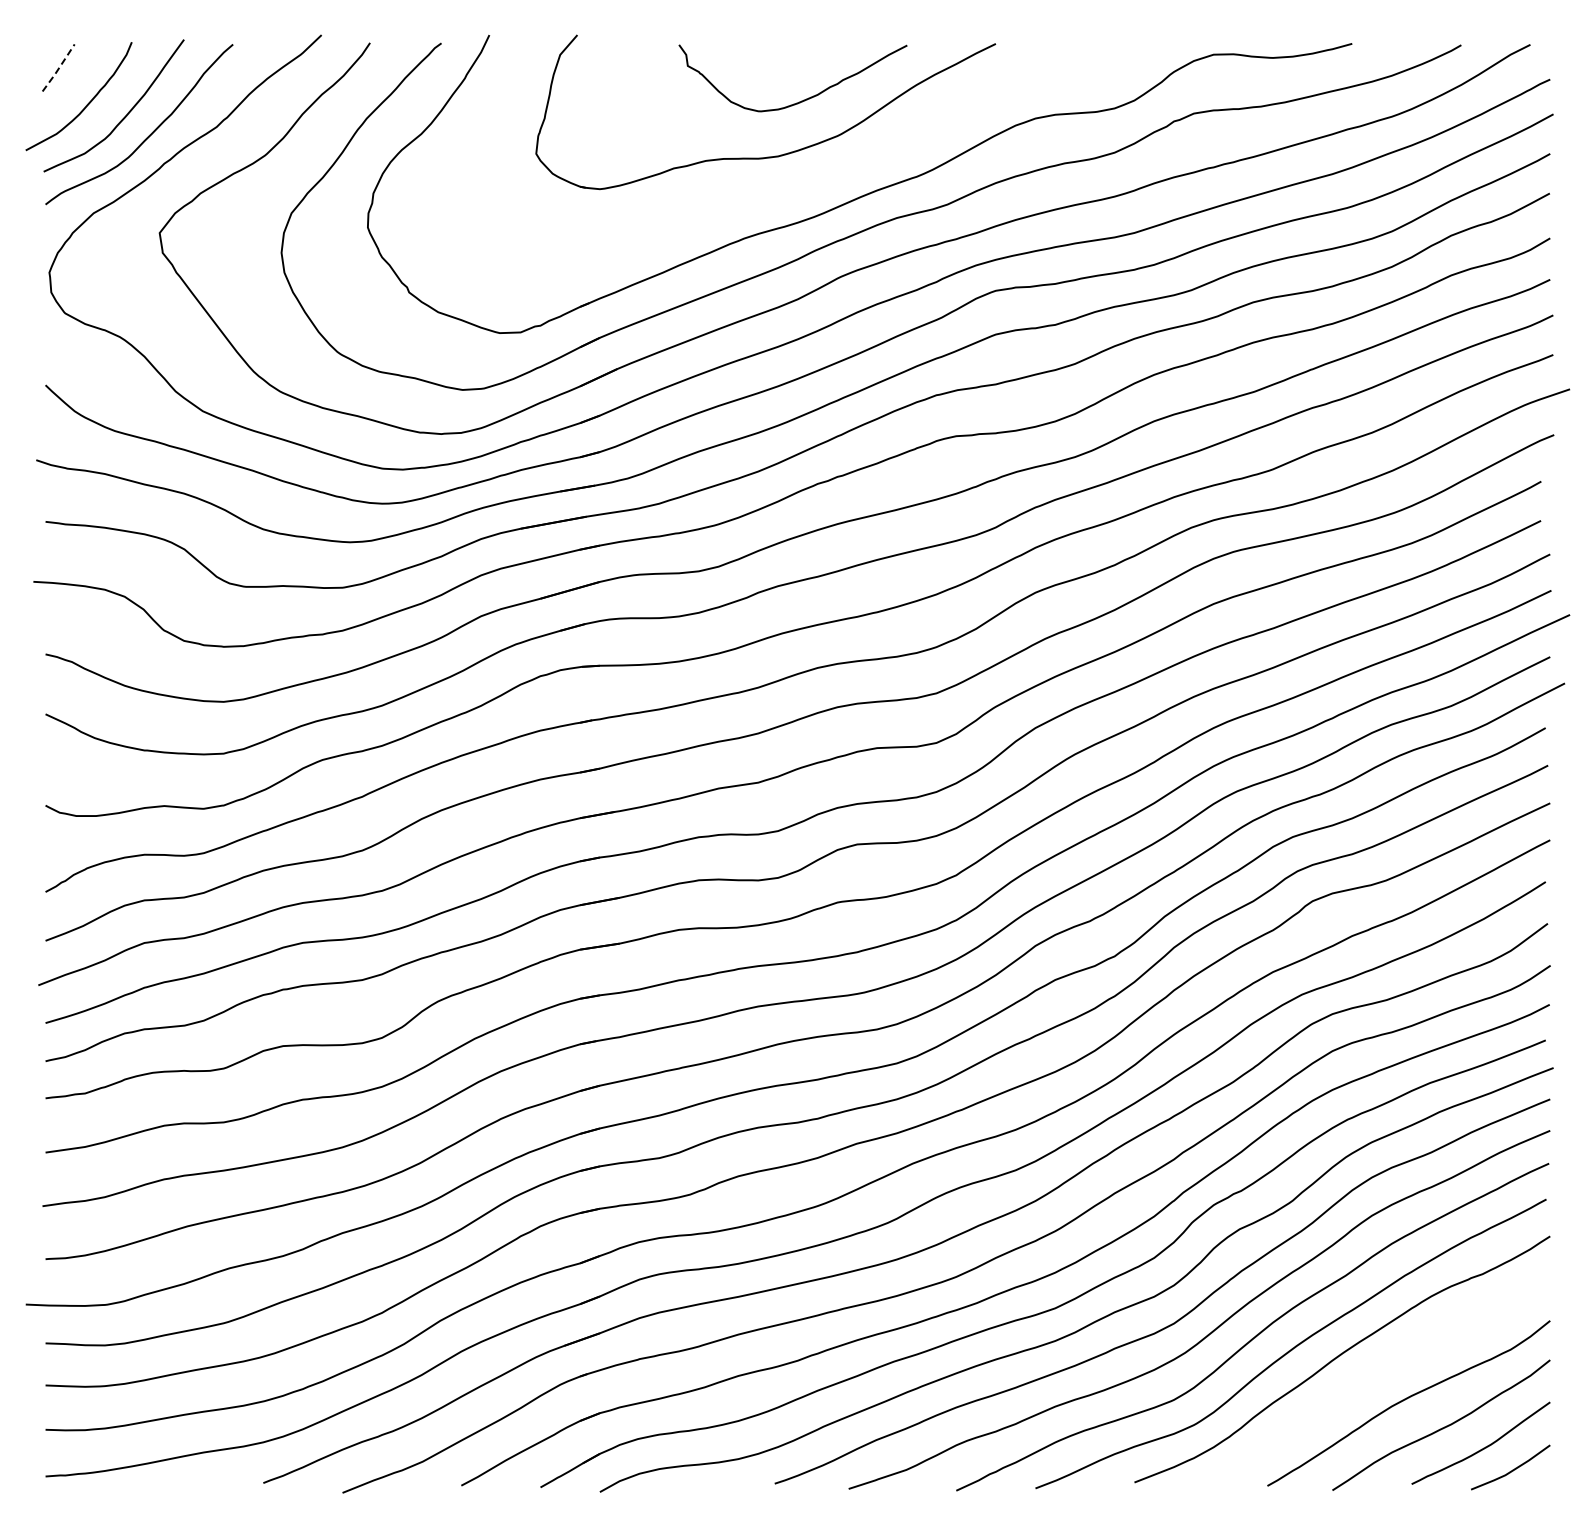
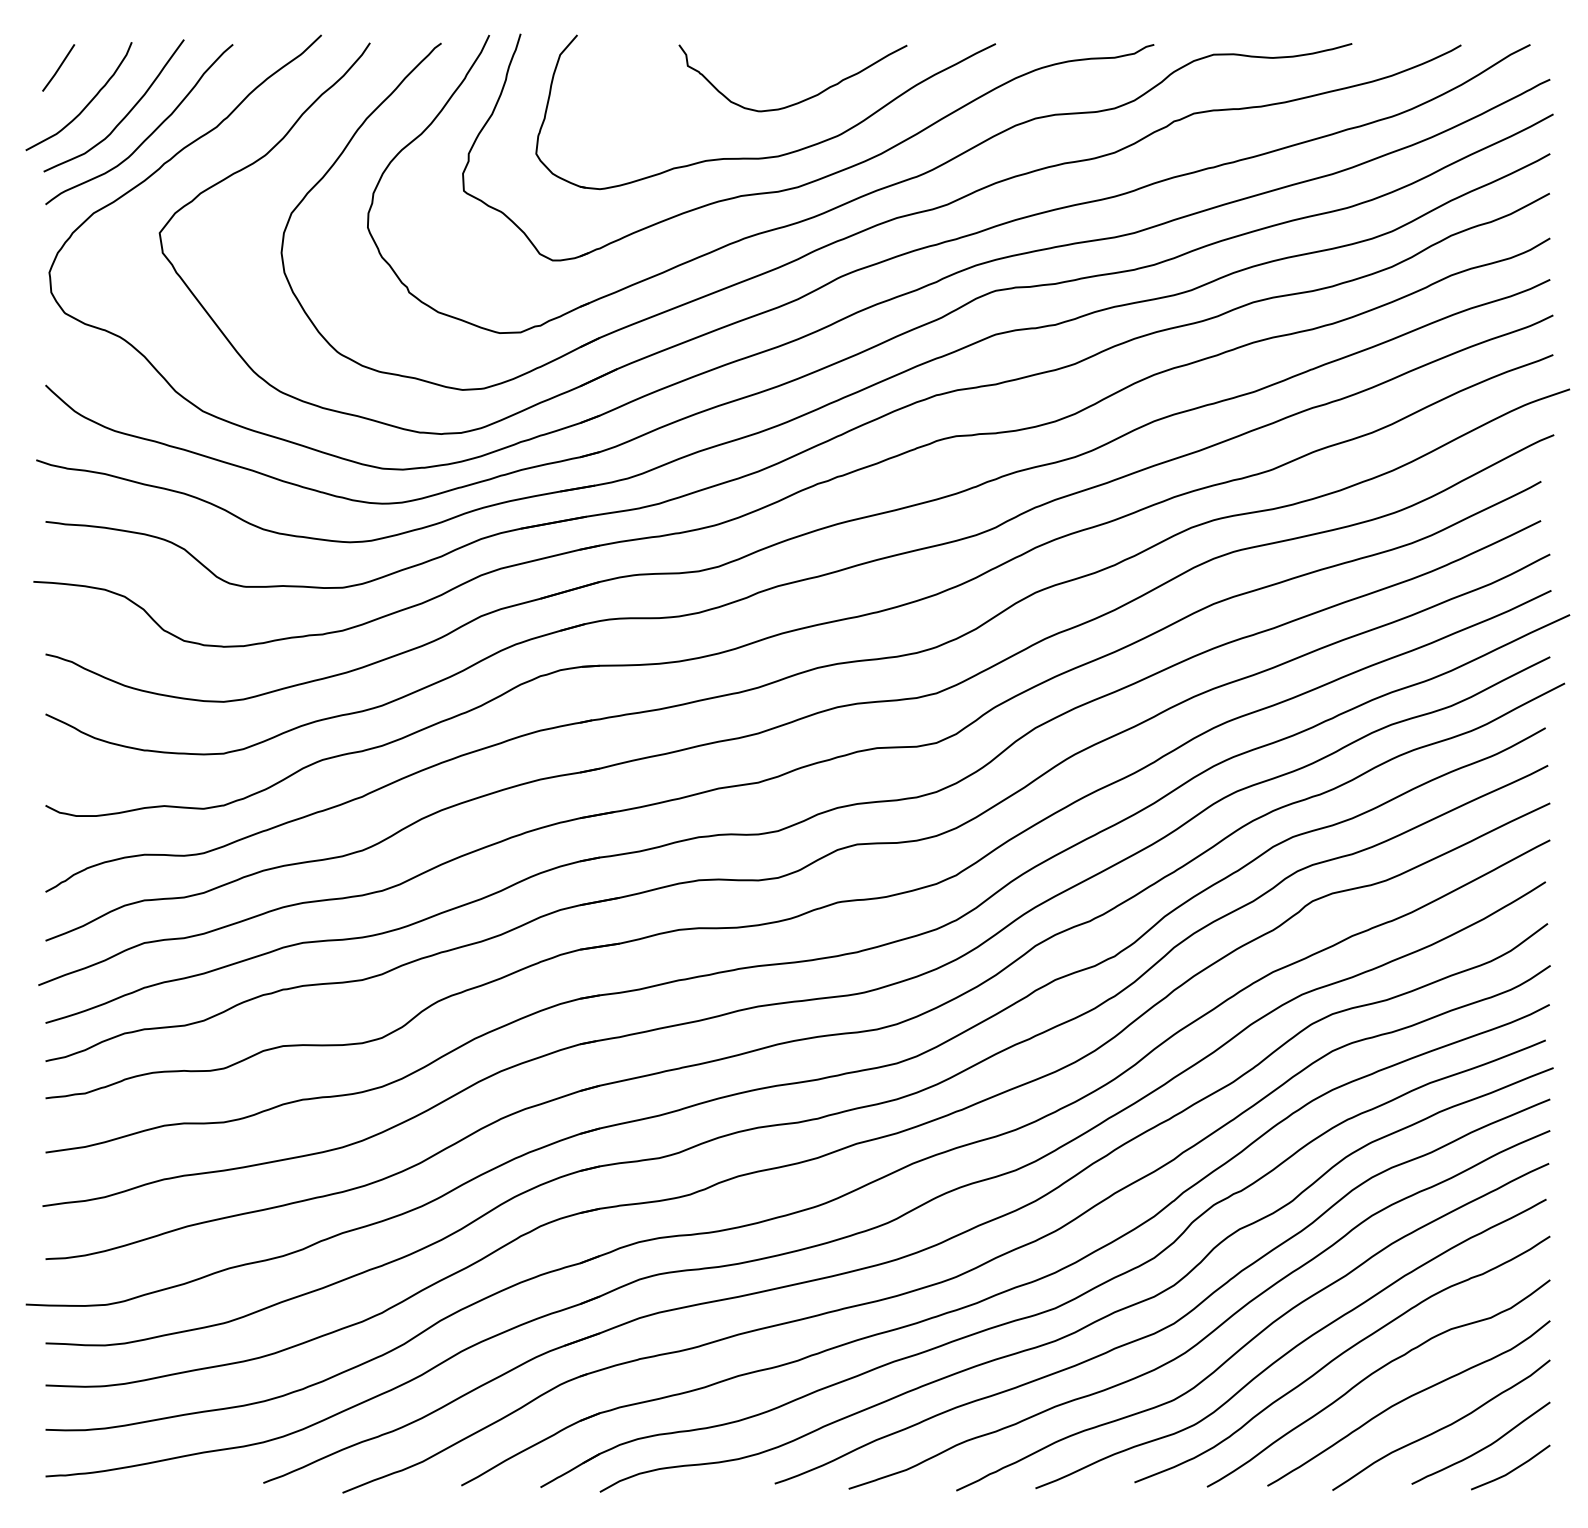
line at (59, 68): dashed -> solid
part at (818, 178): none -> present
curve at (1371, 1375): none -> present
